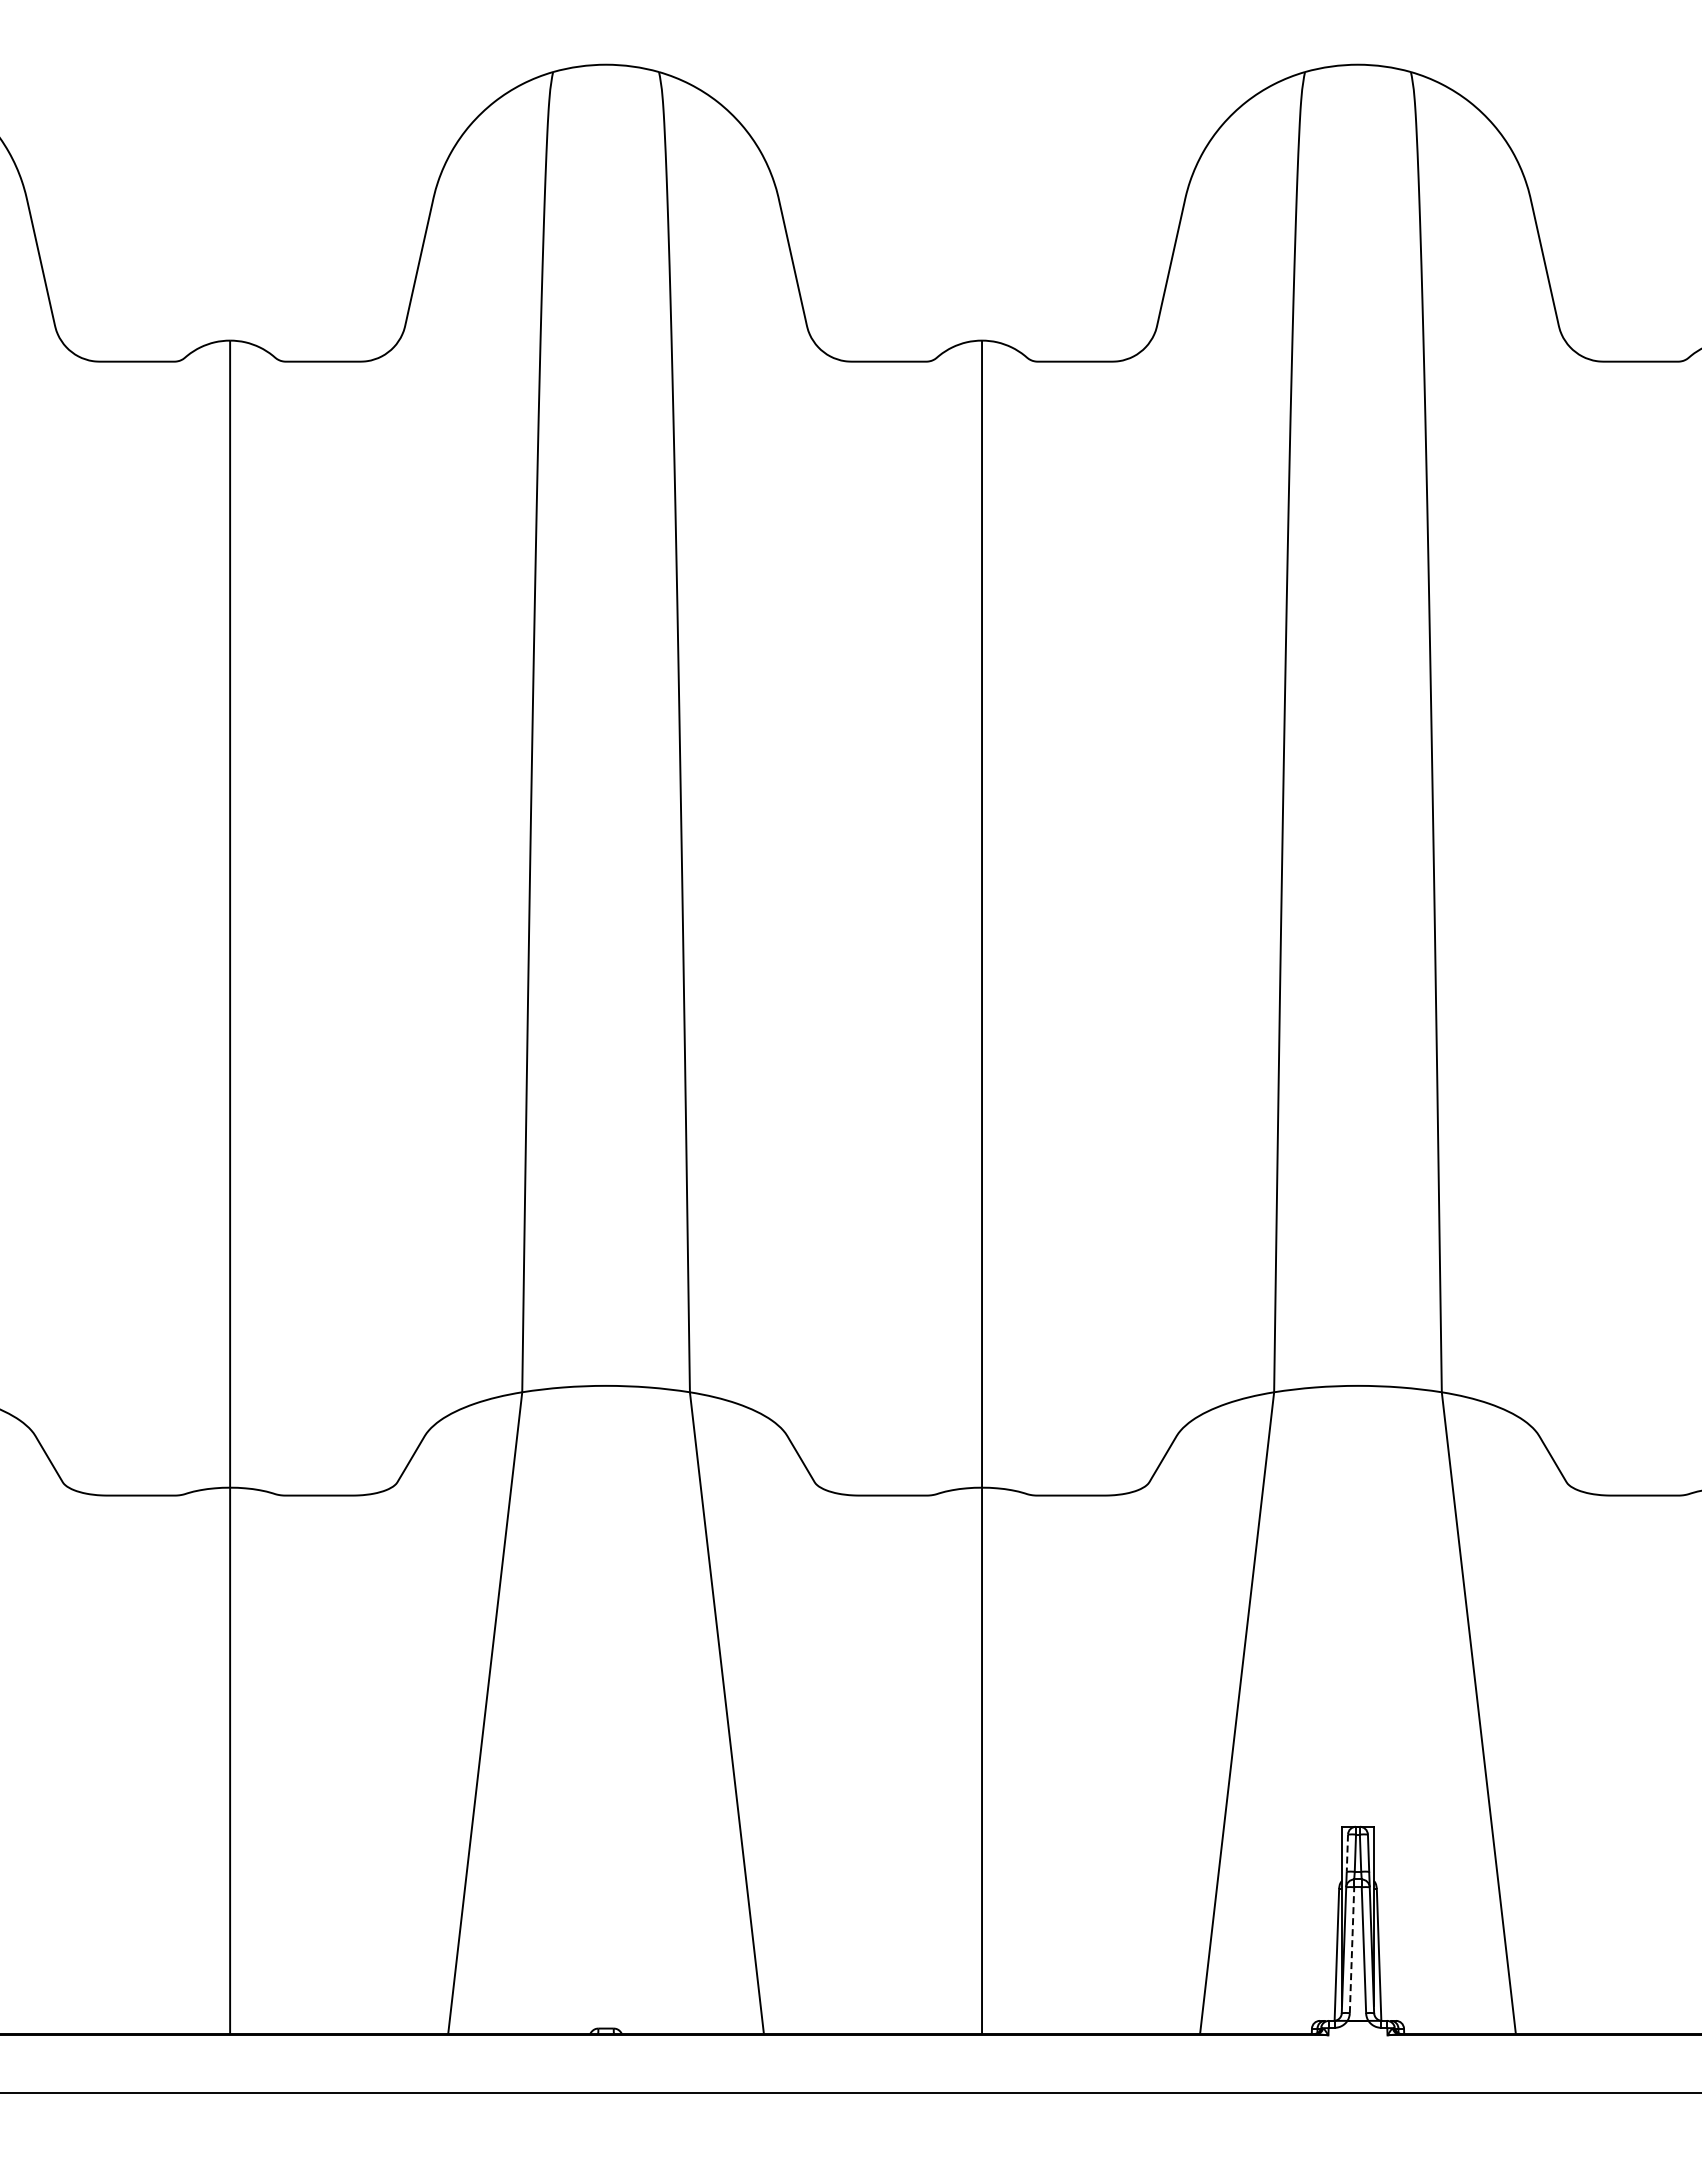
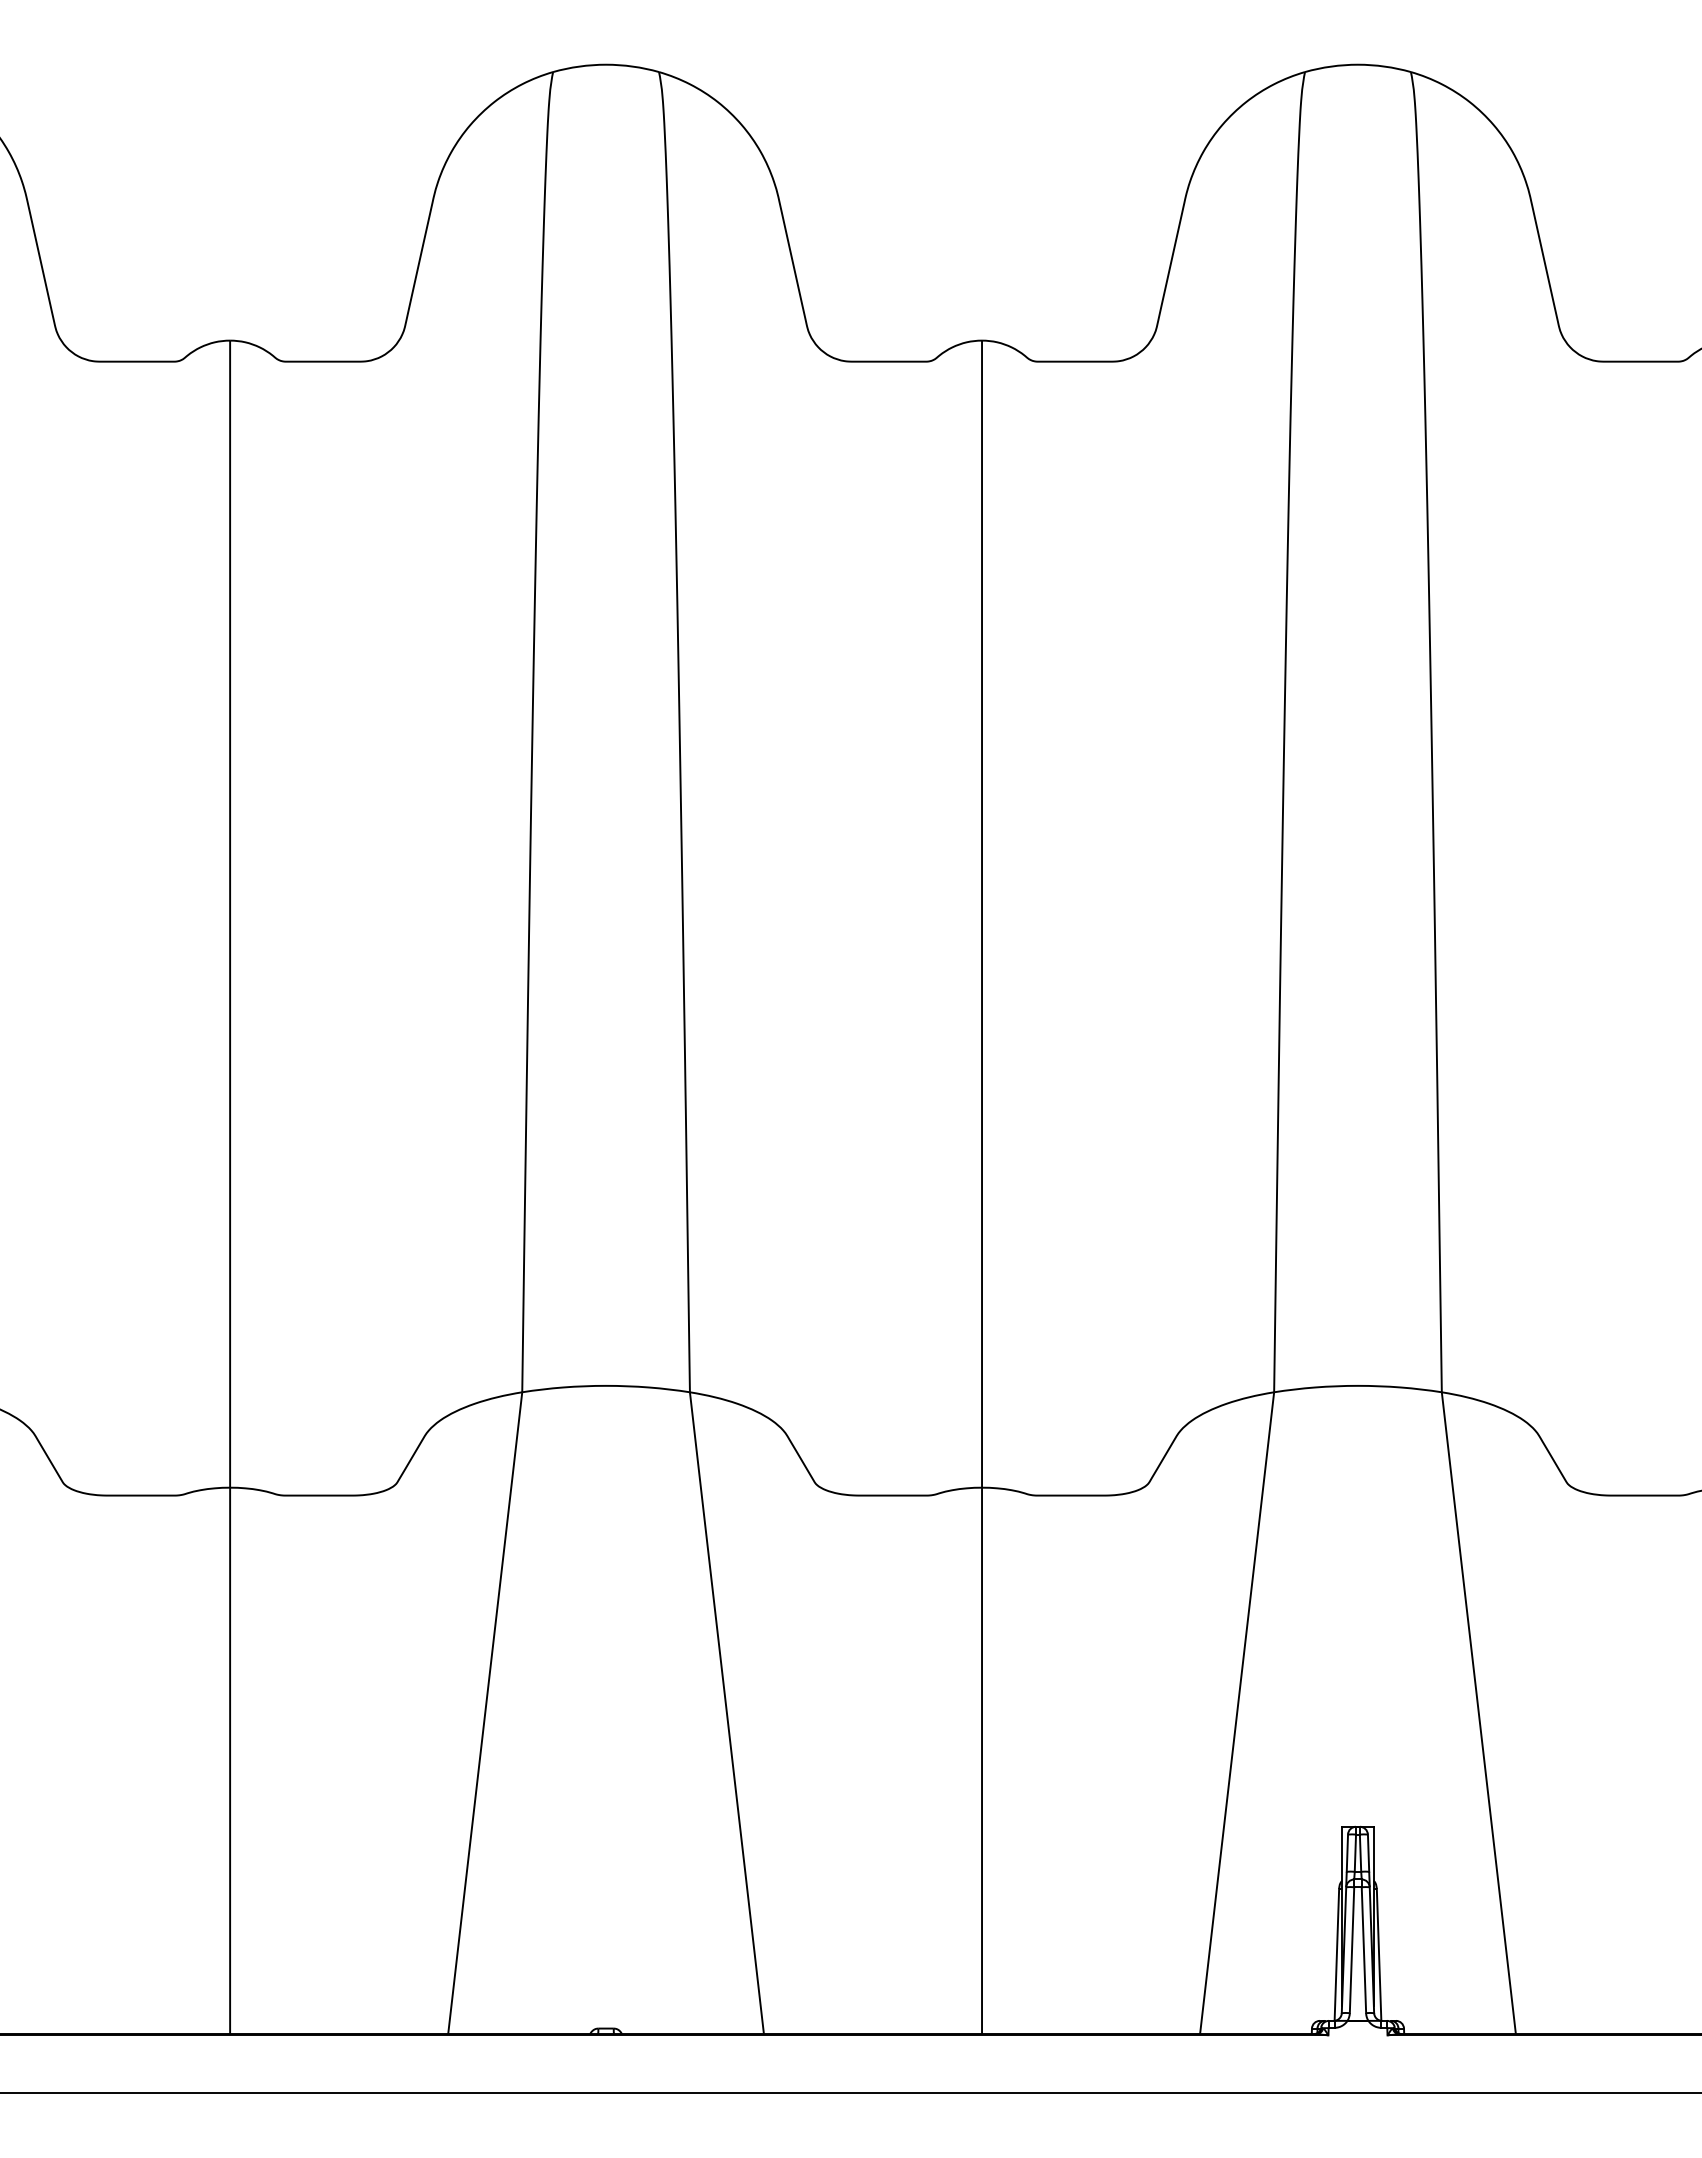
line at (1347, 1853): dashed -> solid
line at (1352, 1950): dashed -> solid
